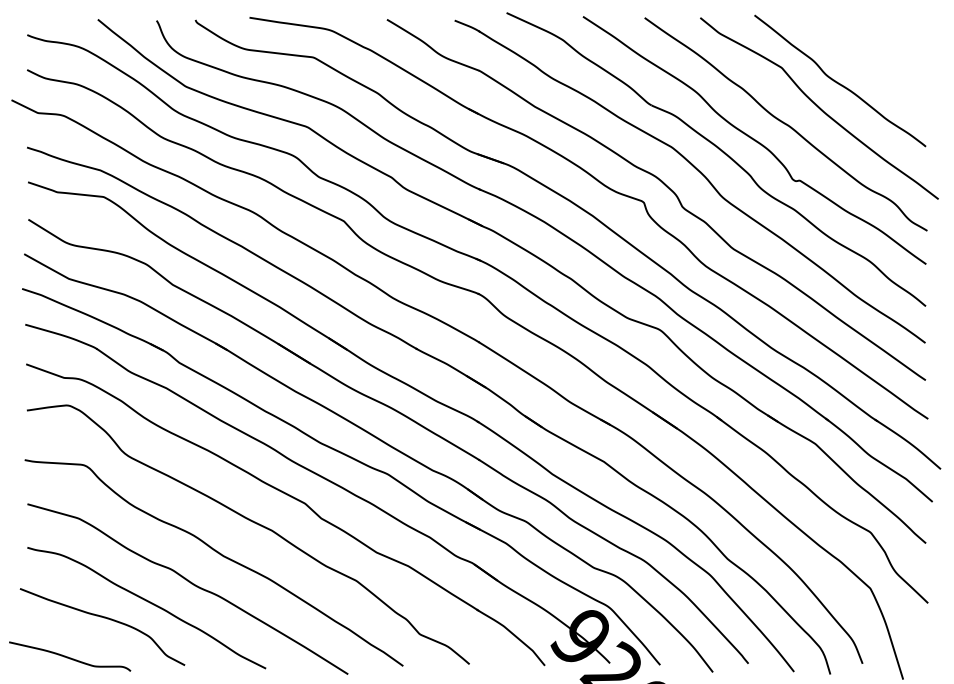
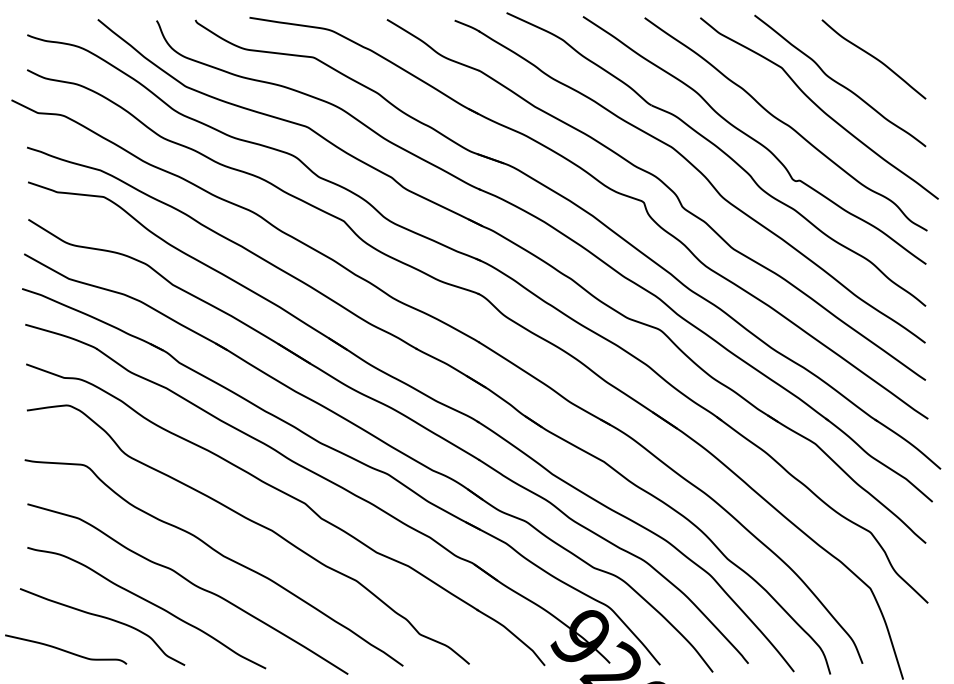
curve at (874, 58): none -> present
curve at (70, 657) position: (70, 657) -> (66, 650)
